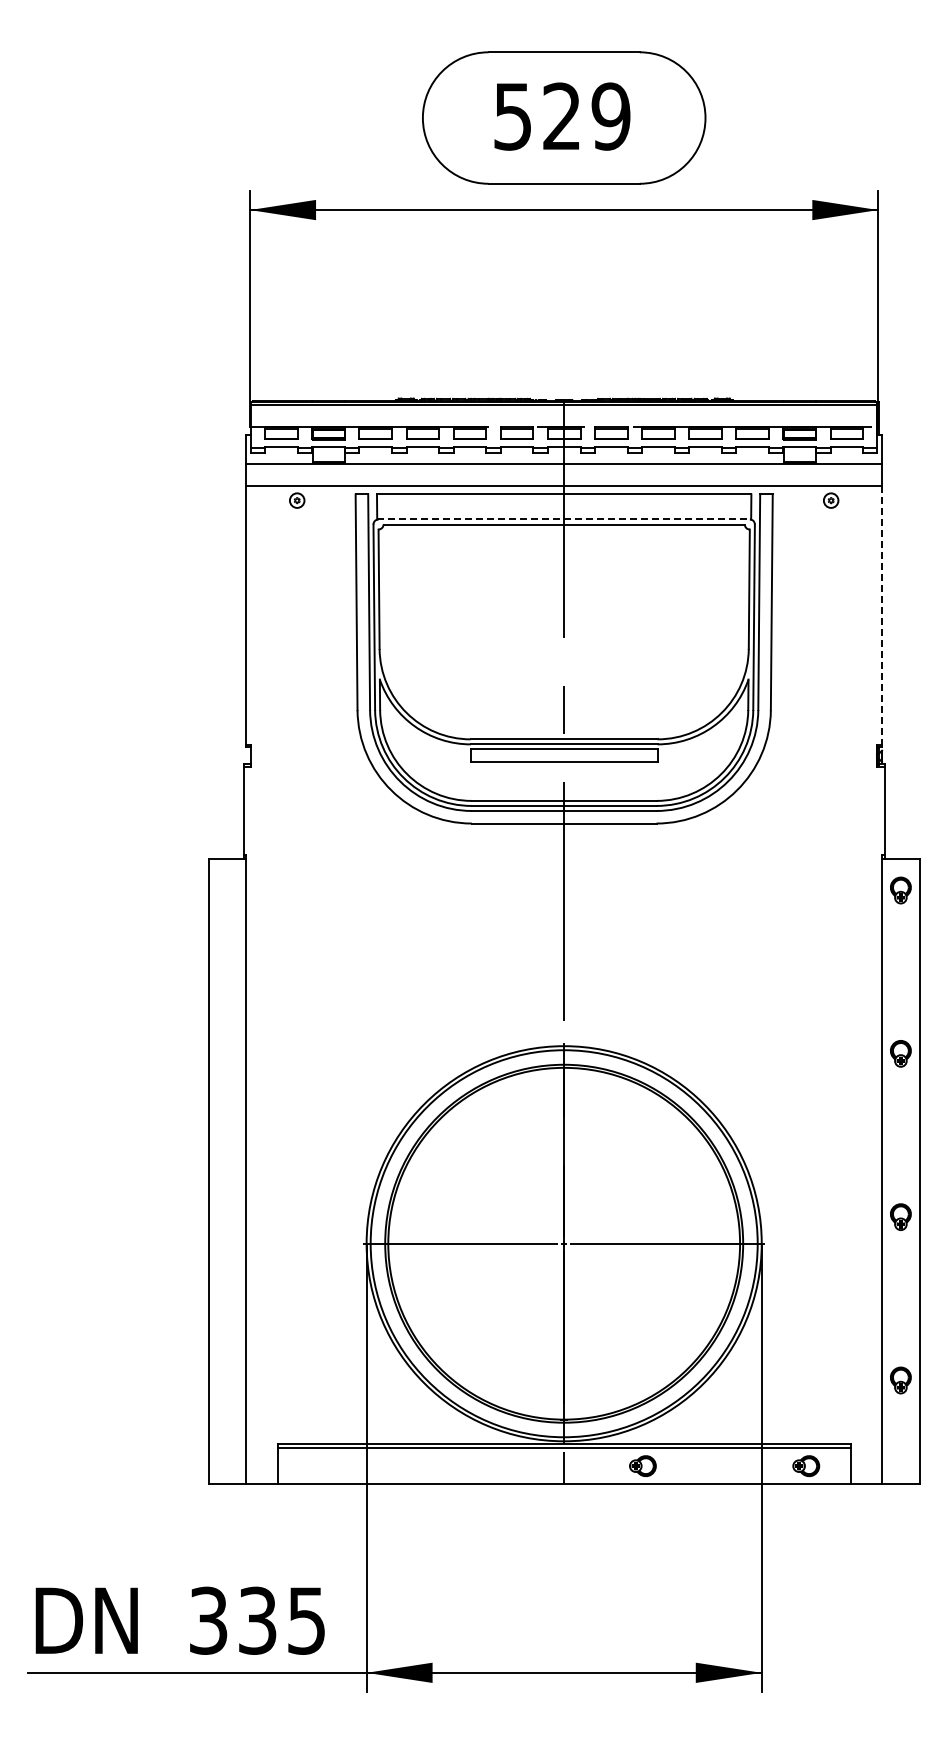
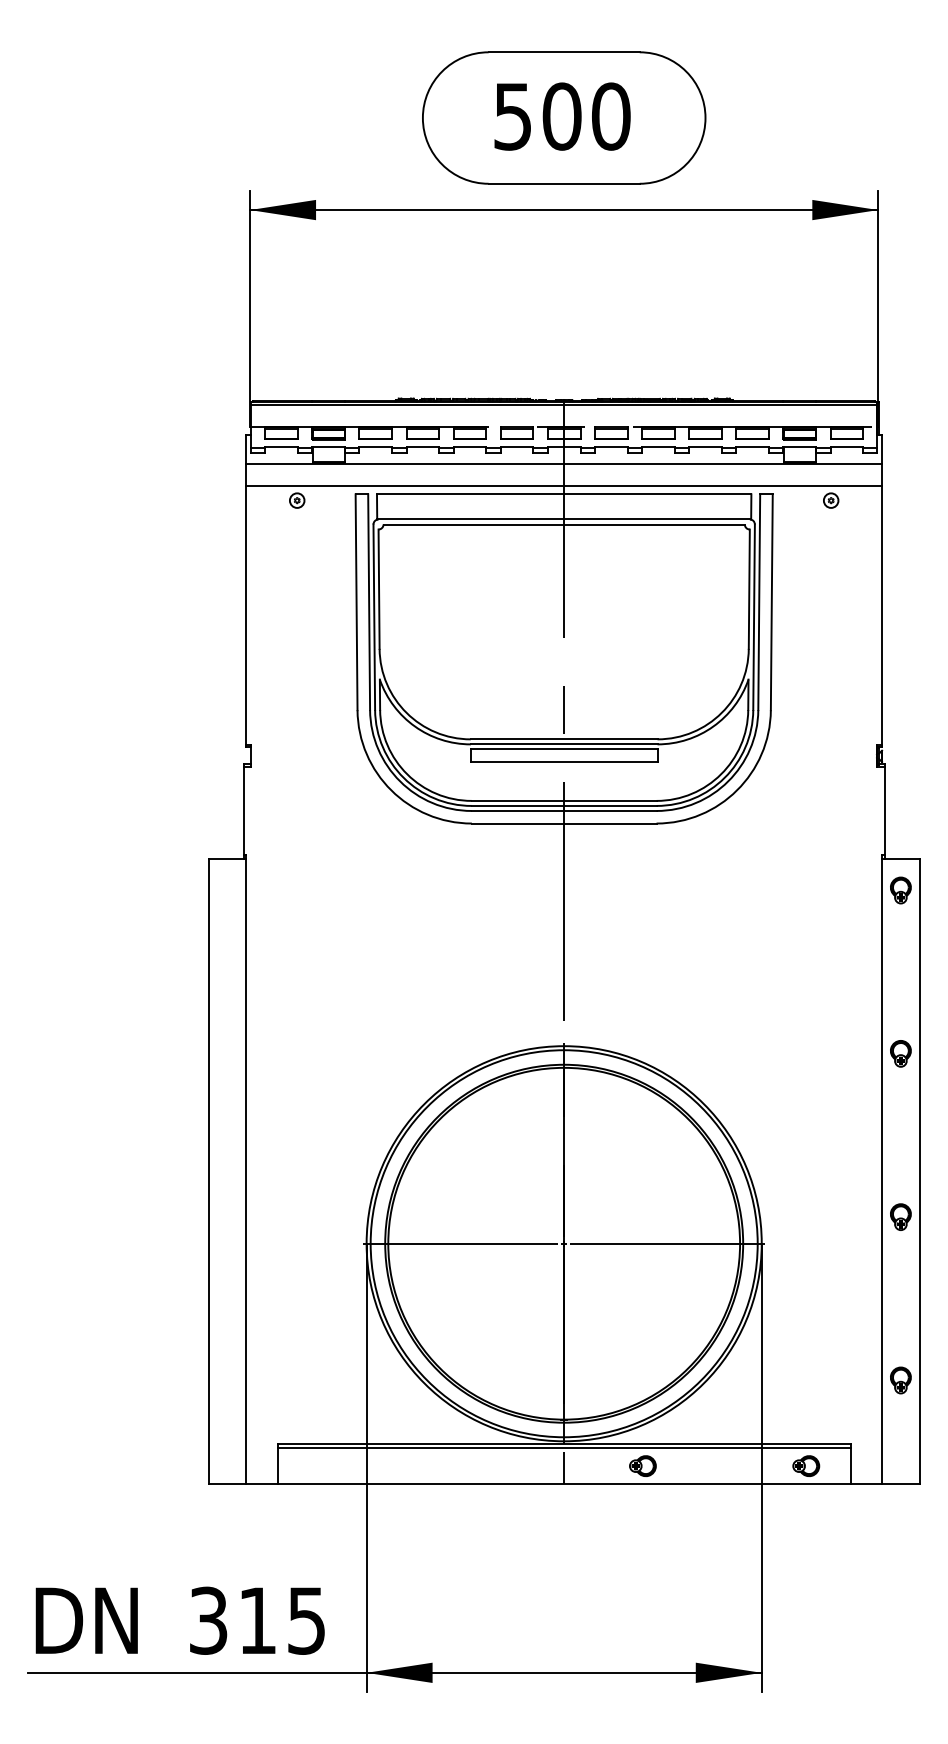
text at (586, 116): 529 -> 500
line at (564, 519): dashed -> solid
line at (882, 615): dashed -> solid
text at (257, 1620): 335 -> 315
